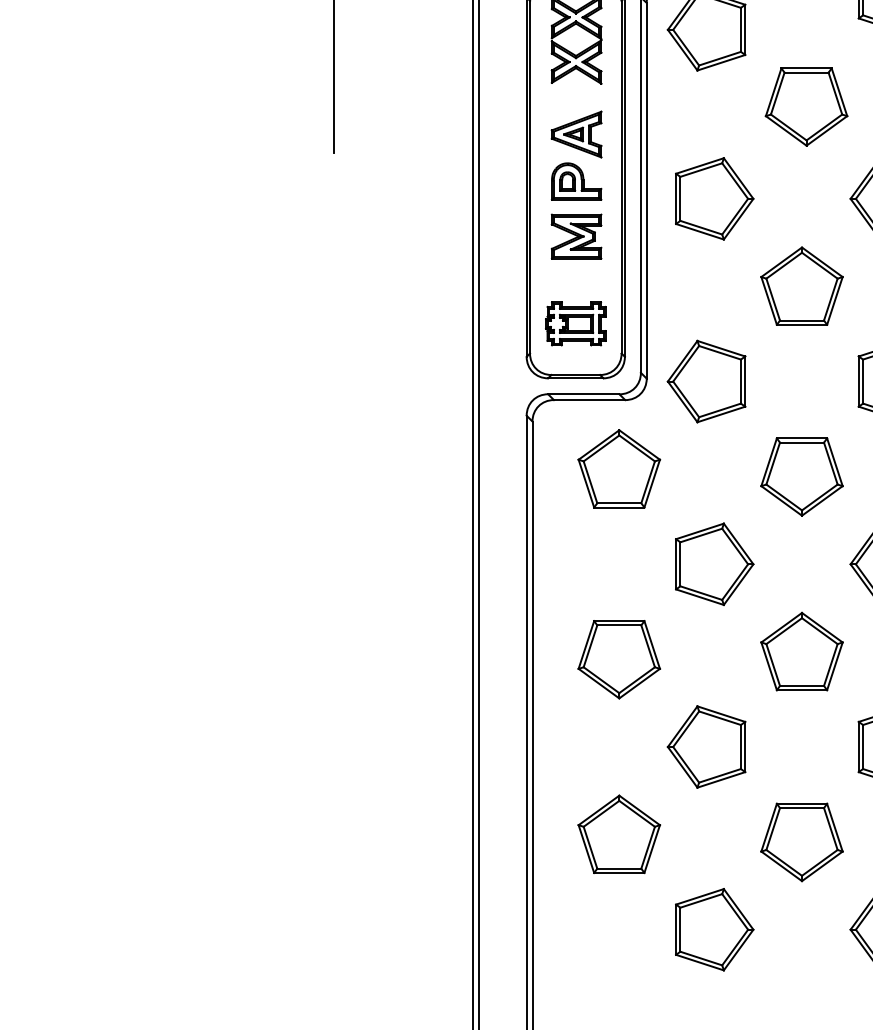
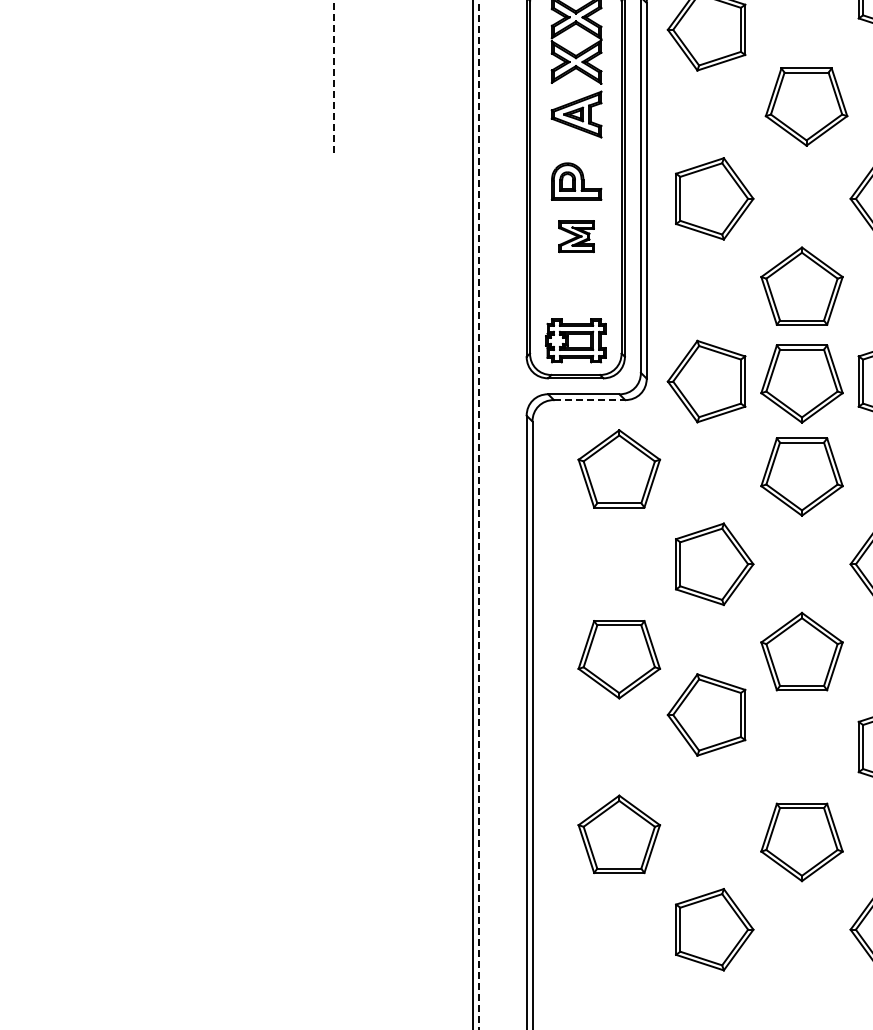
line at (334, 76): solid -> dashed
part at (576, 134) position: (576, 134) -> (576, 114)
part at (576, 236) size: 53x47 px -> 37x34 px
part at (575, 323) position: (575, 323) -> (575, 340)
part at (801, 383): none -> present
line at (589, 400): solid -> dashed
line at (478, 515): solid -> dashed
part at (706, 746) position: (706, 746) -> (706, 714)
